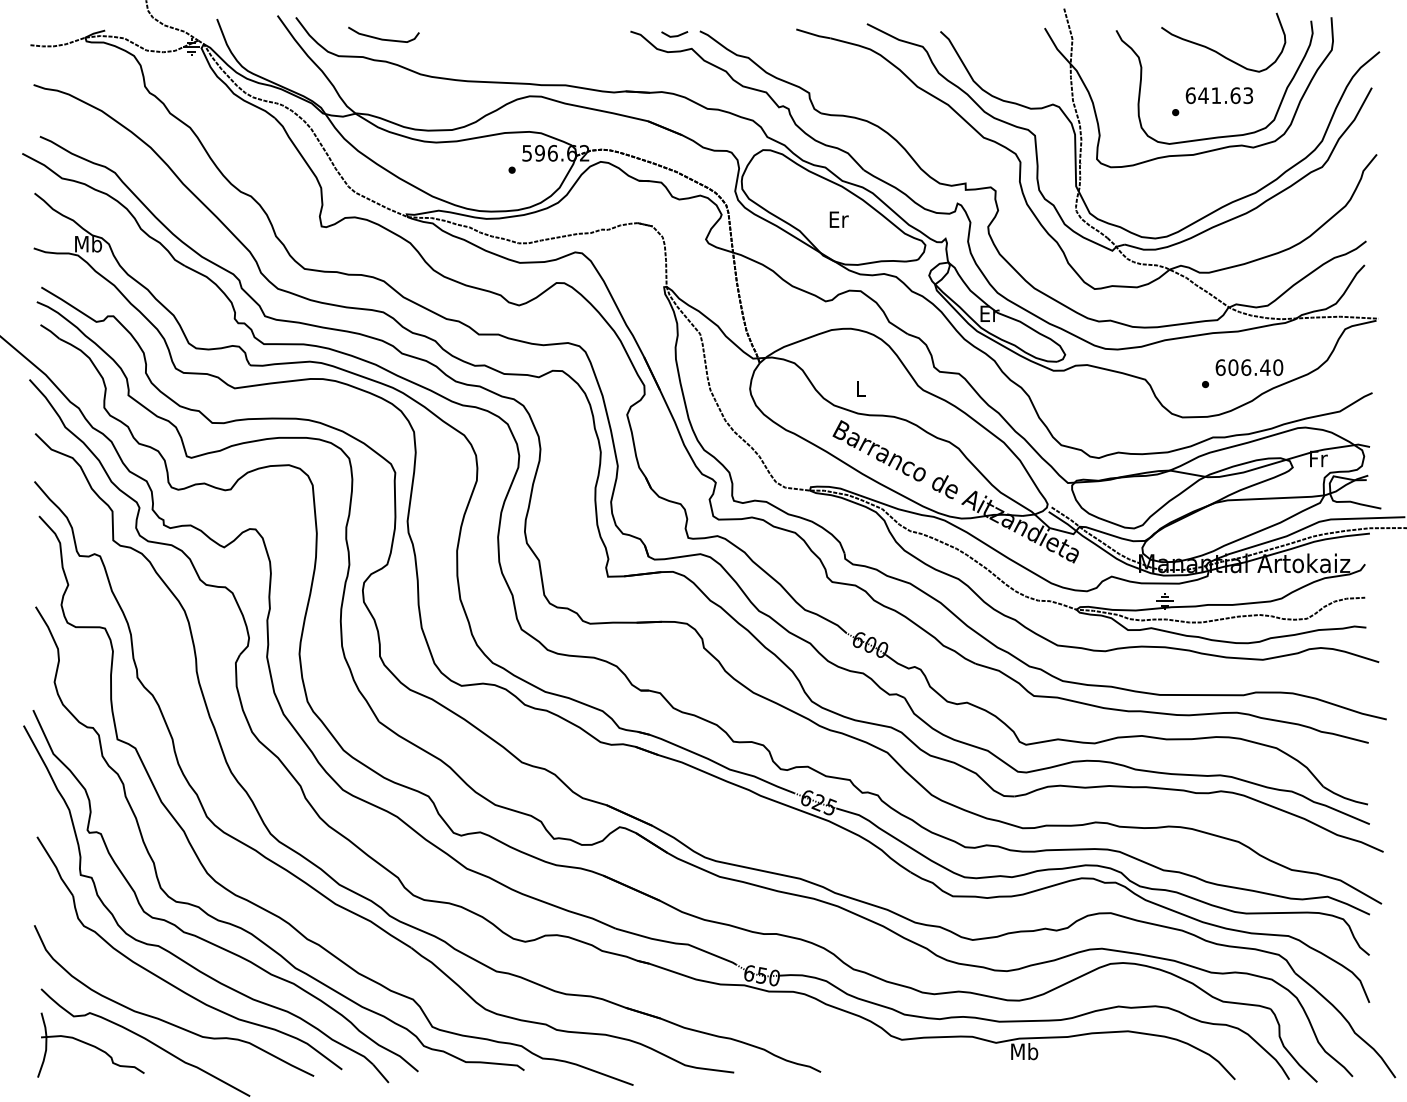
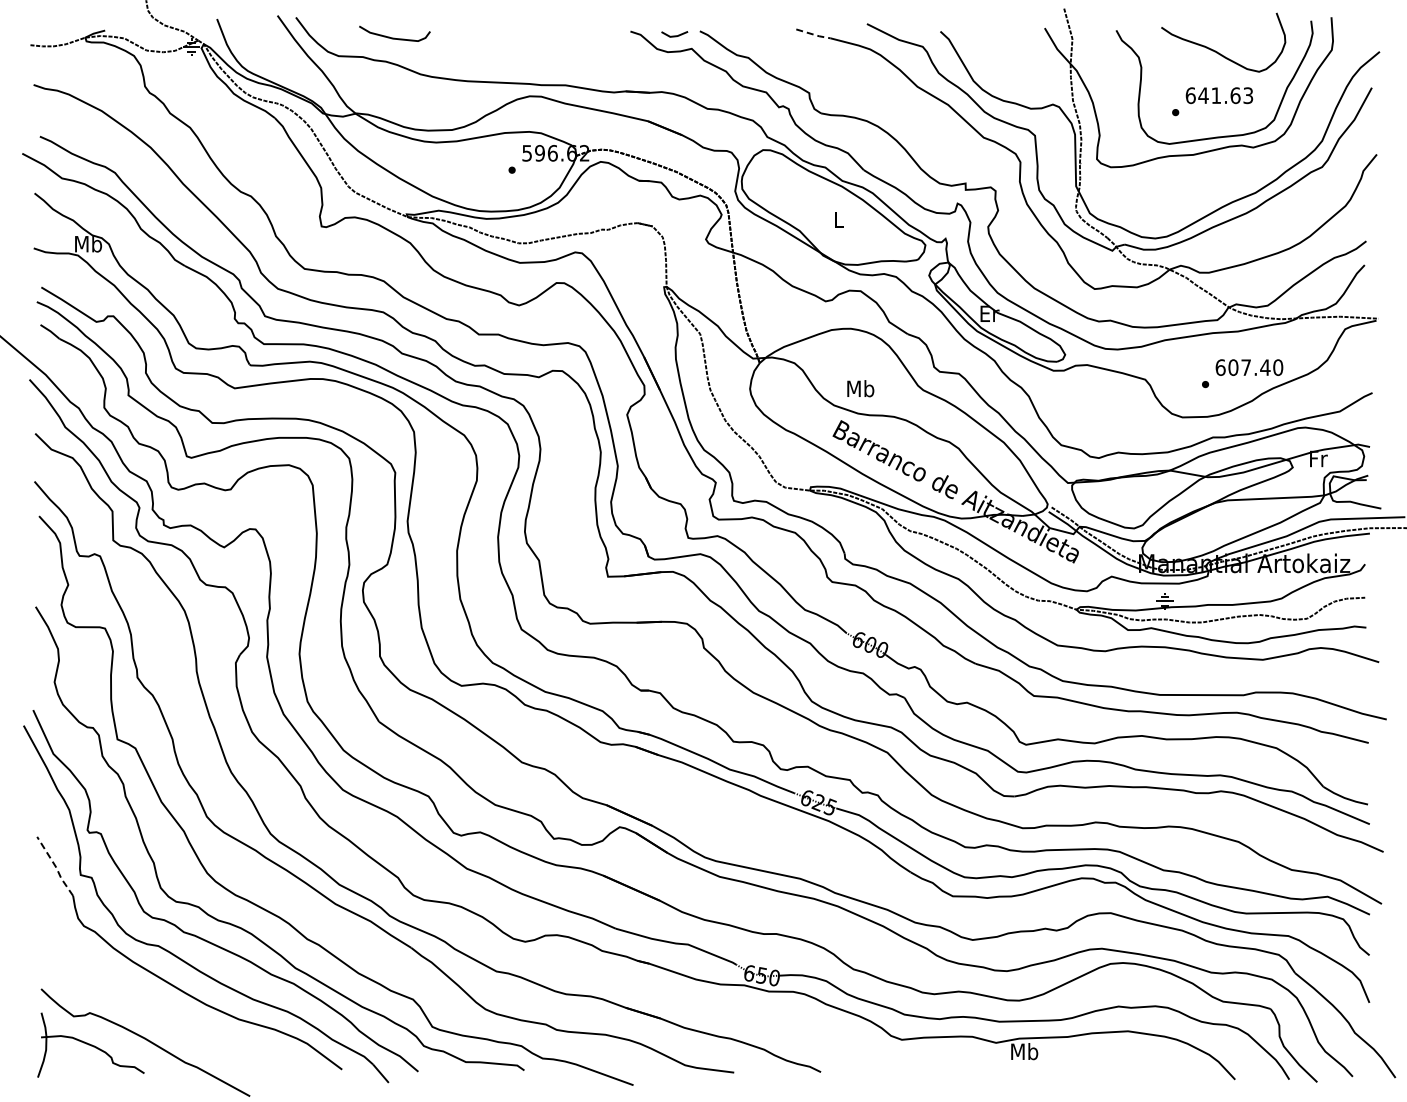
line at (814, 34): solid -> dashed
curve at (383, 38) position: (383, 38) -> (394, 37)
text at (838, 219): Er -> L
text at (1246, 367): 606.40 -> 607.40
text at (860, 388): L -> Mb
line at (55, 866): solid -> dashed
curve at (165, 1020): present -> none
